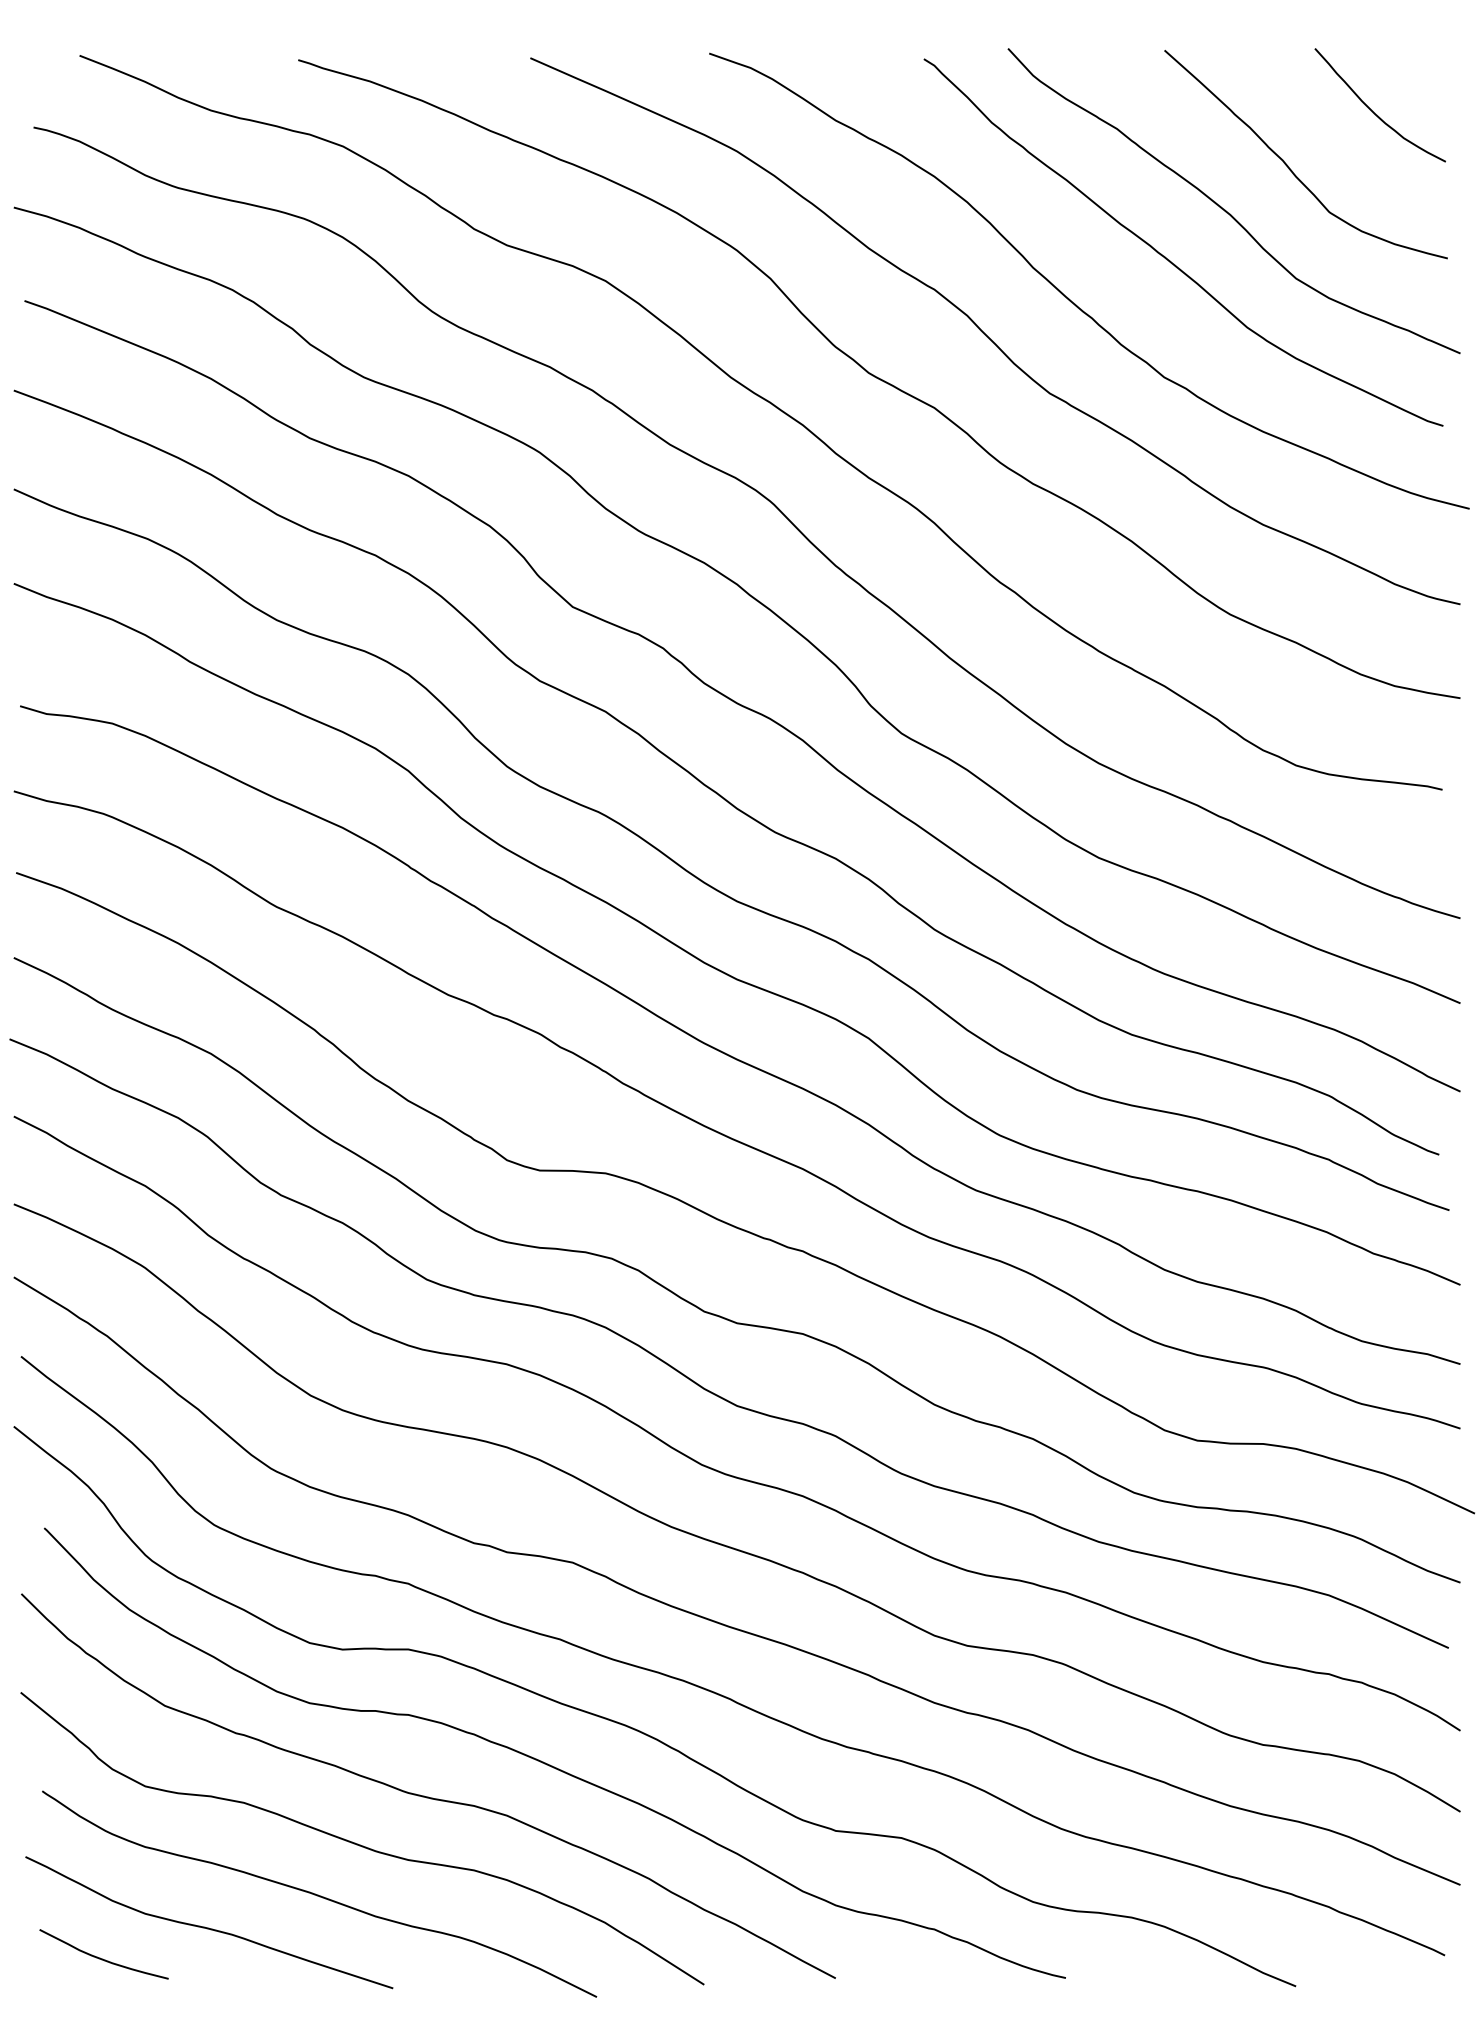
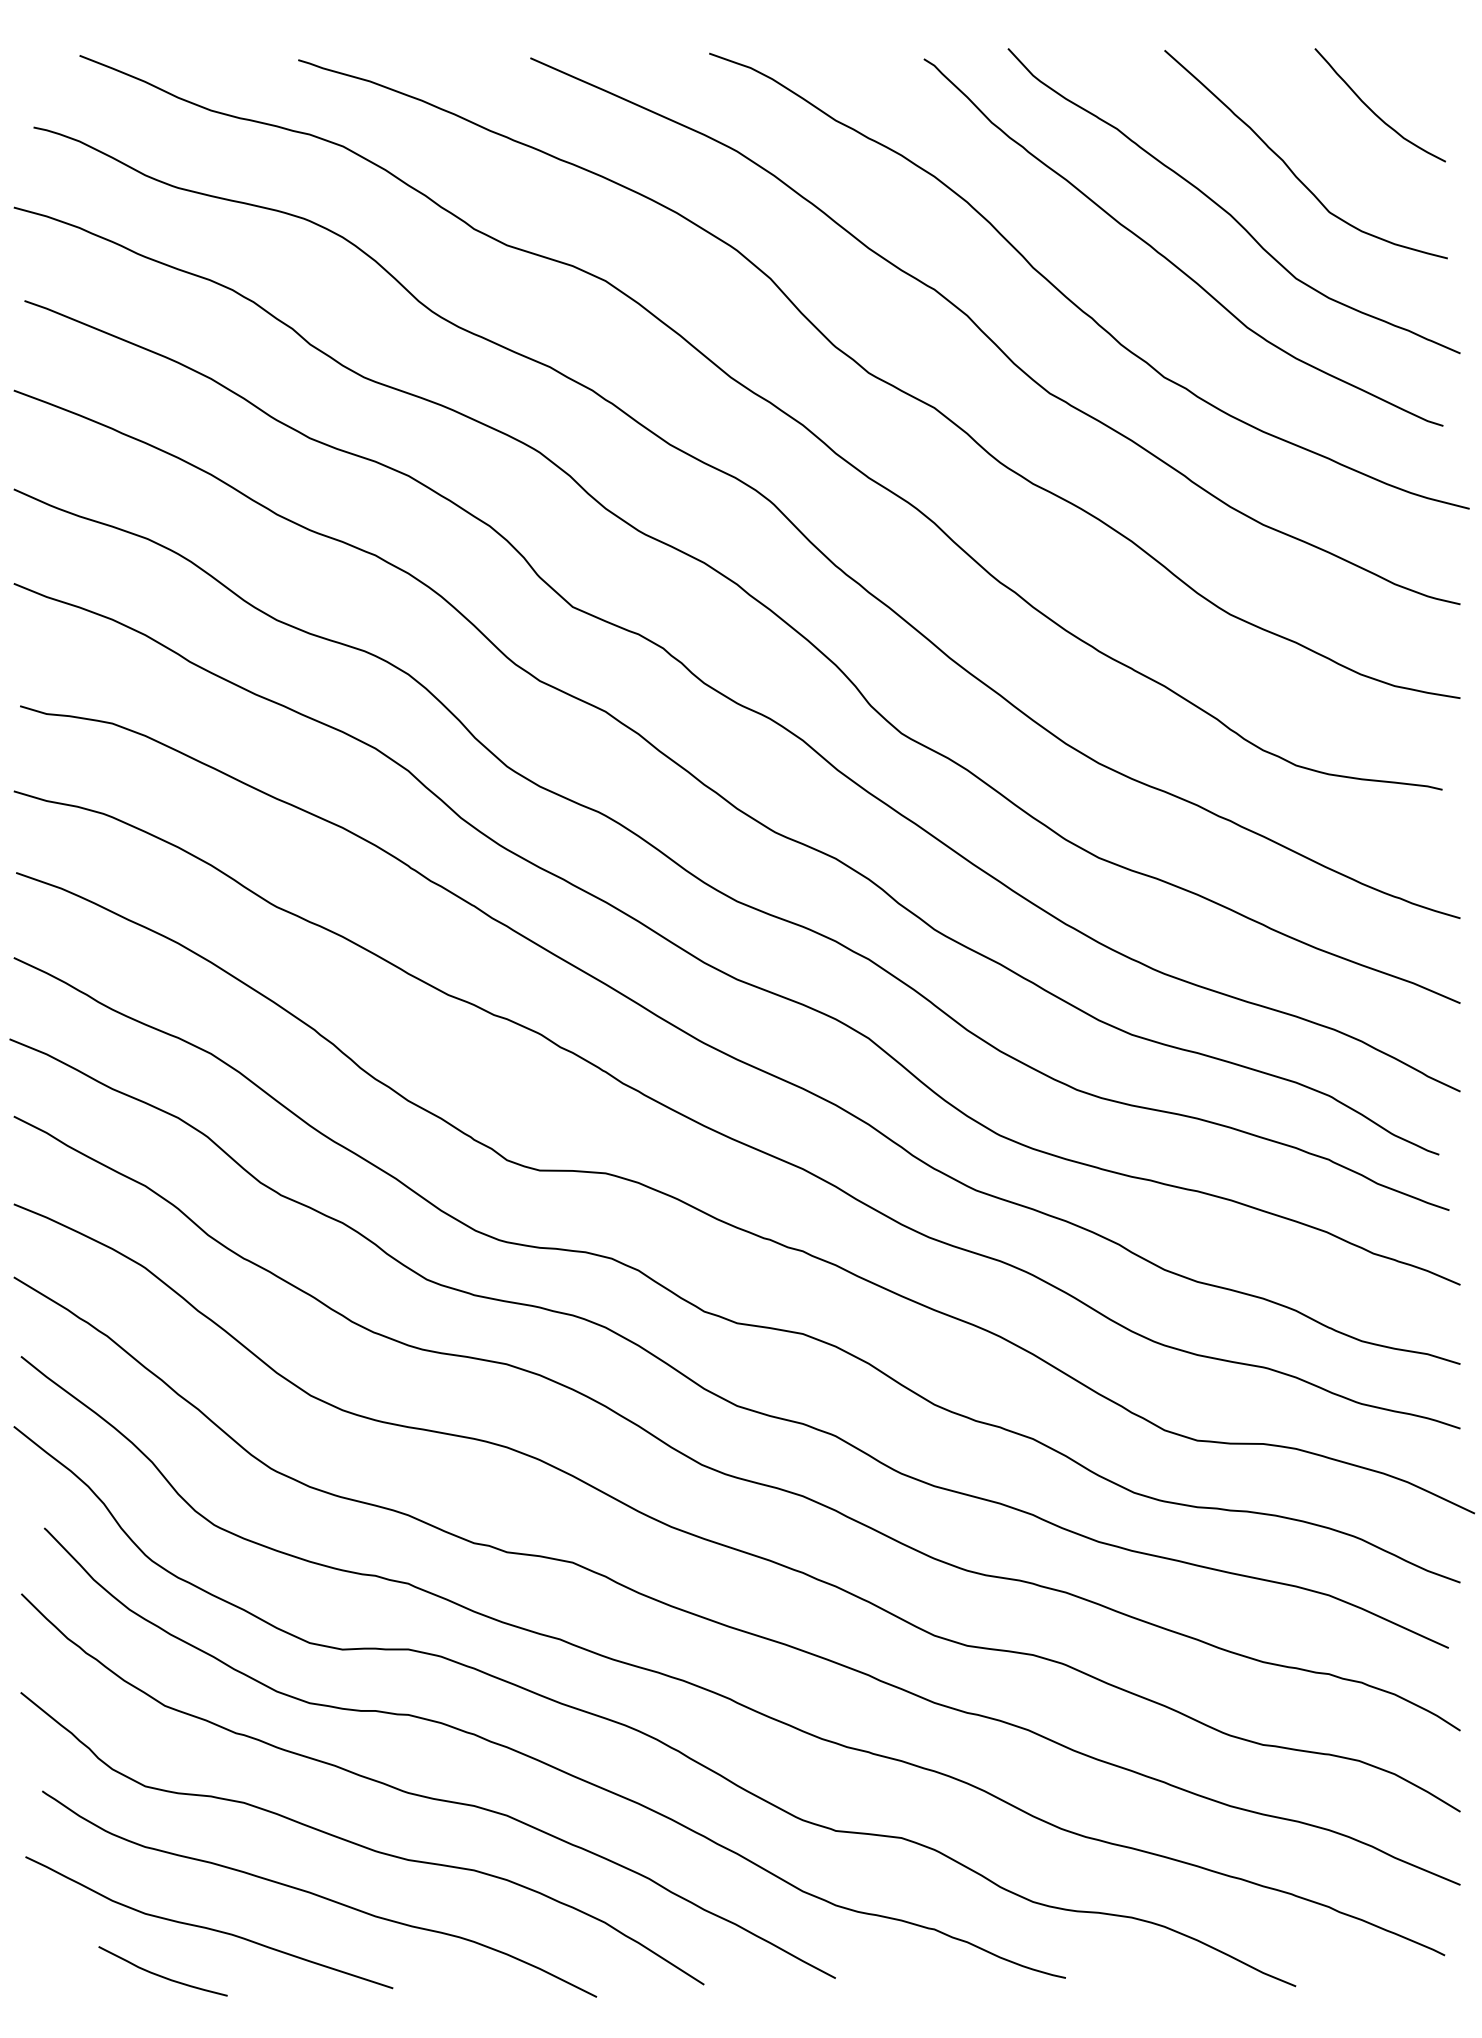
curve at (102, 1958) position: (102, 1958) -> (161, 1975)
